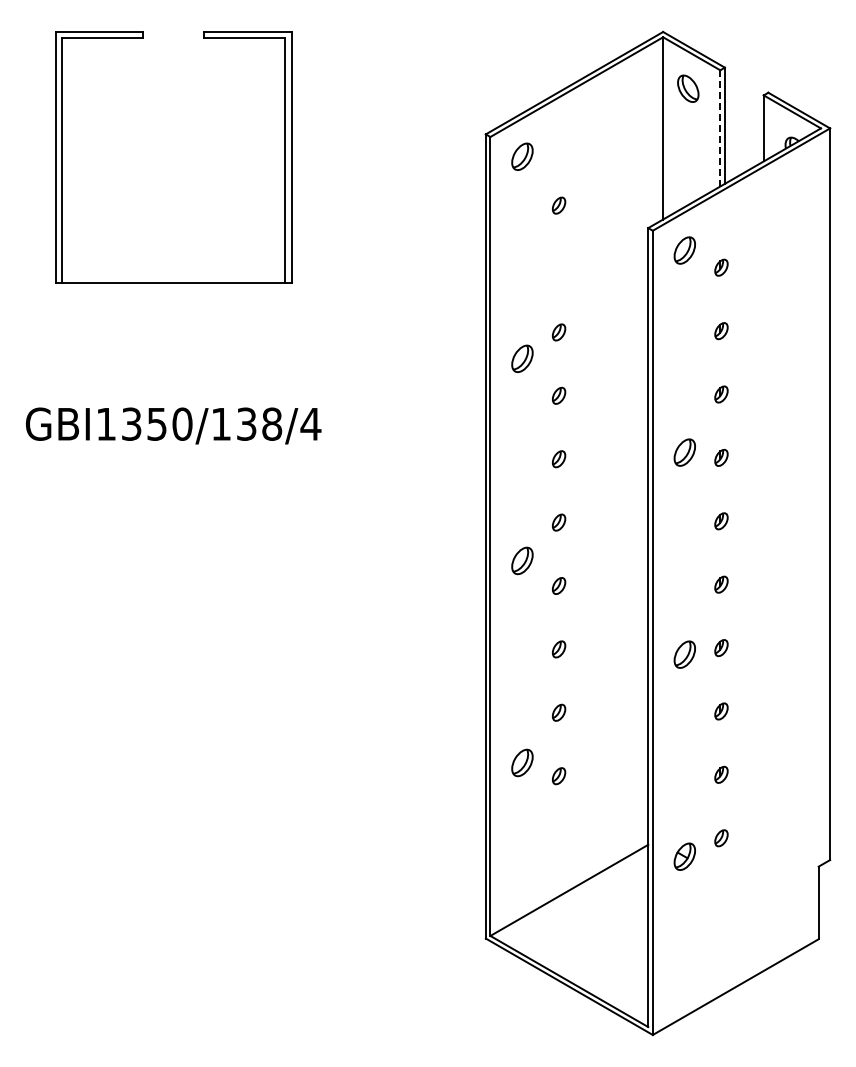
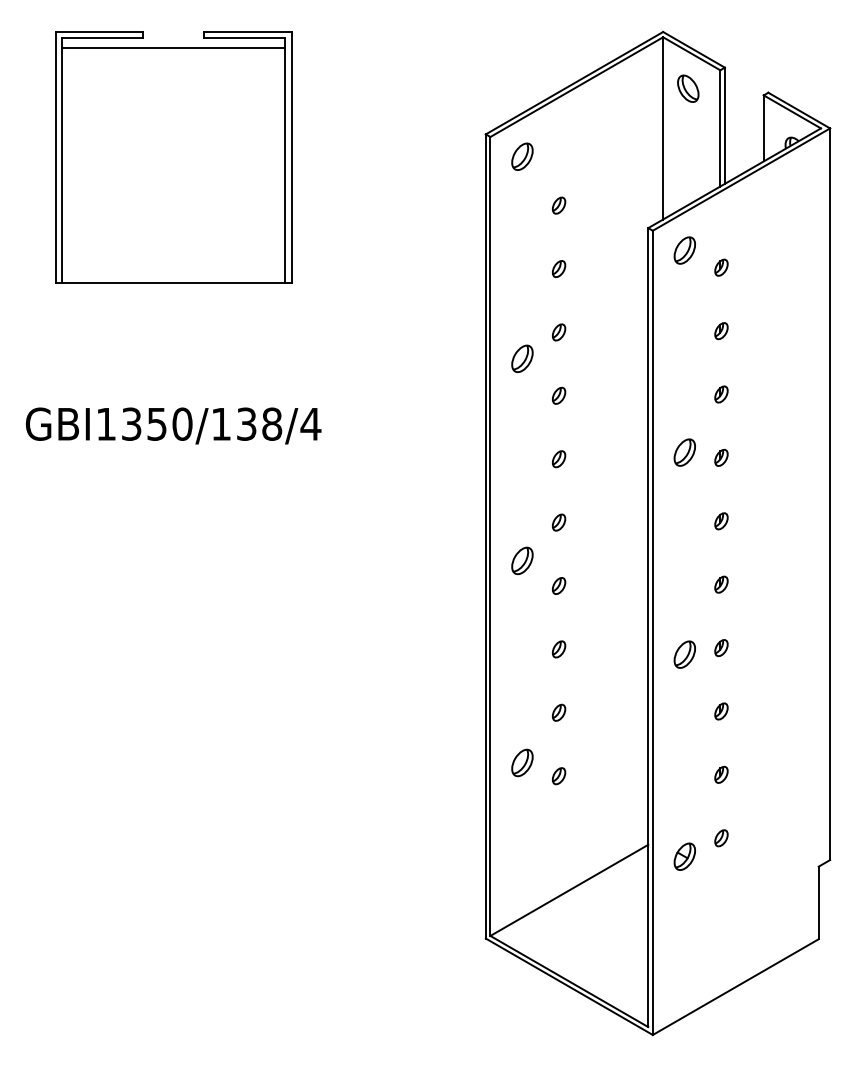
line at (173, 48): none -> present
line at (720, 127): dashed -> solid
part at (559, 268): none -> present
